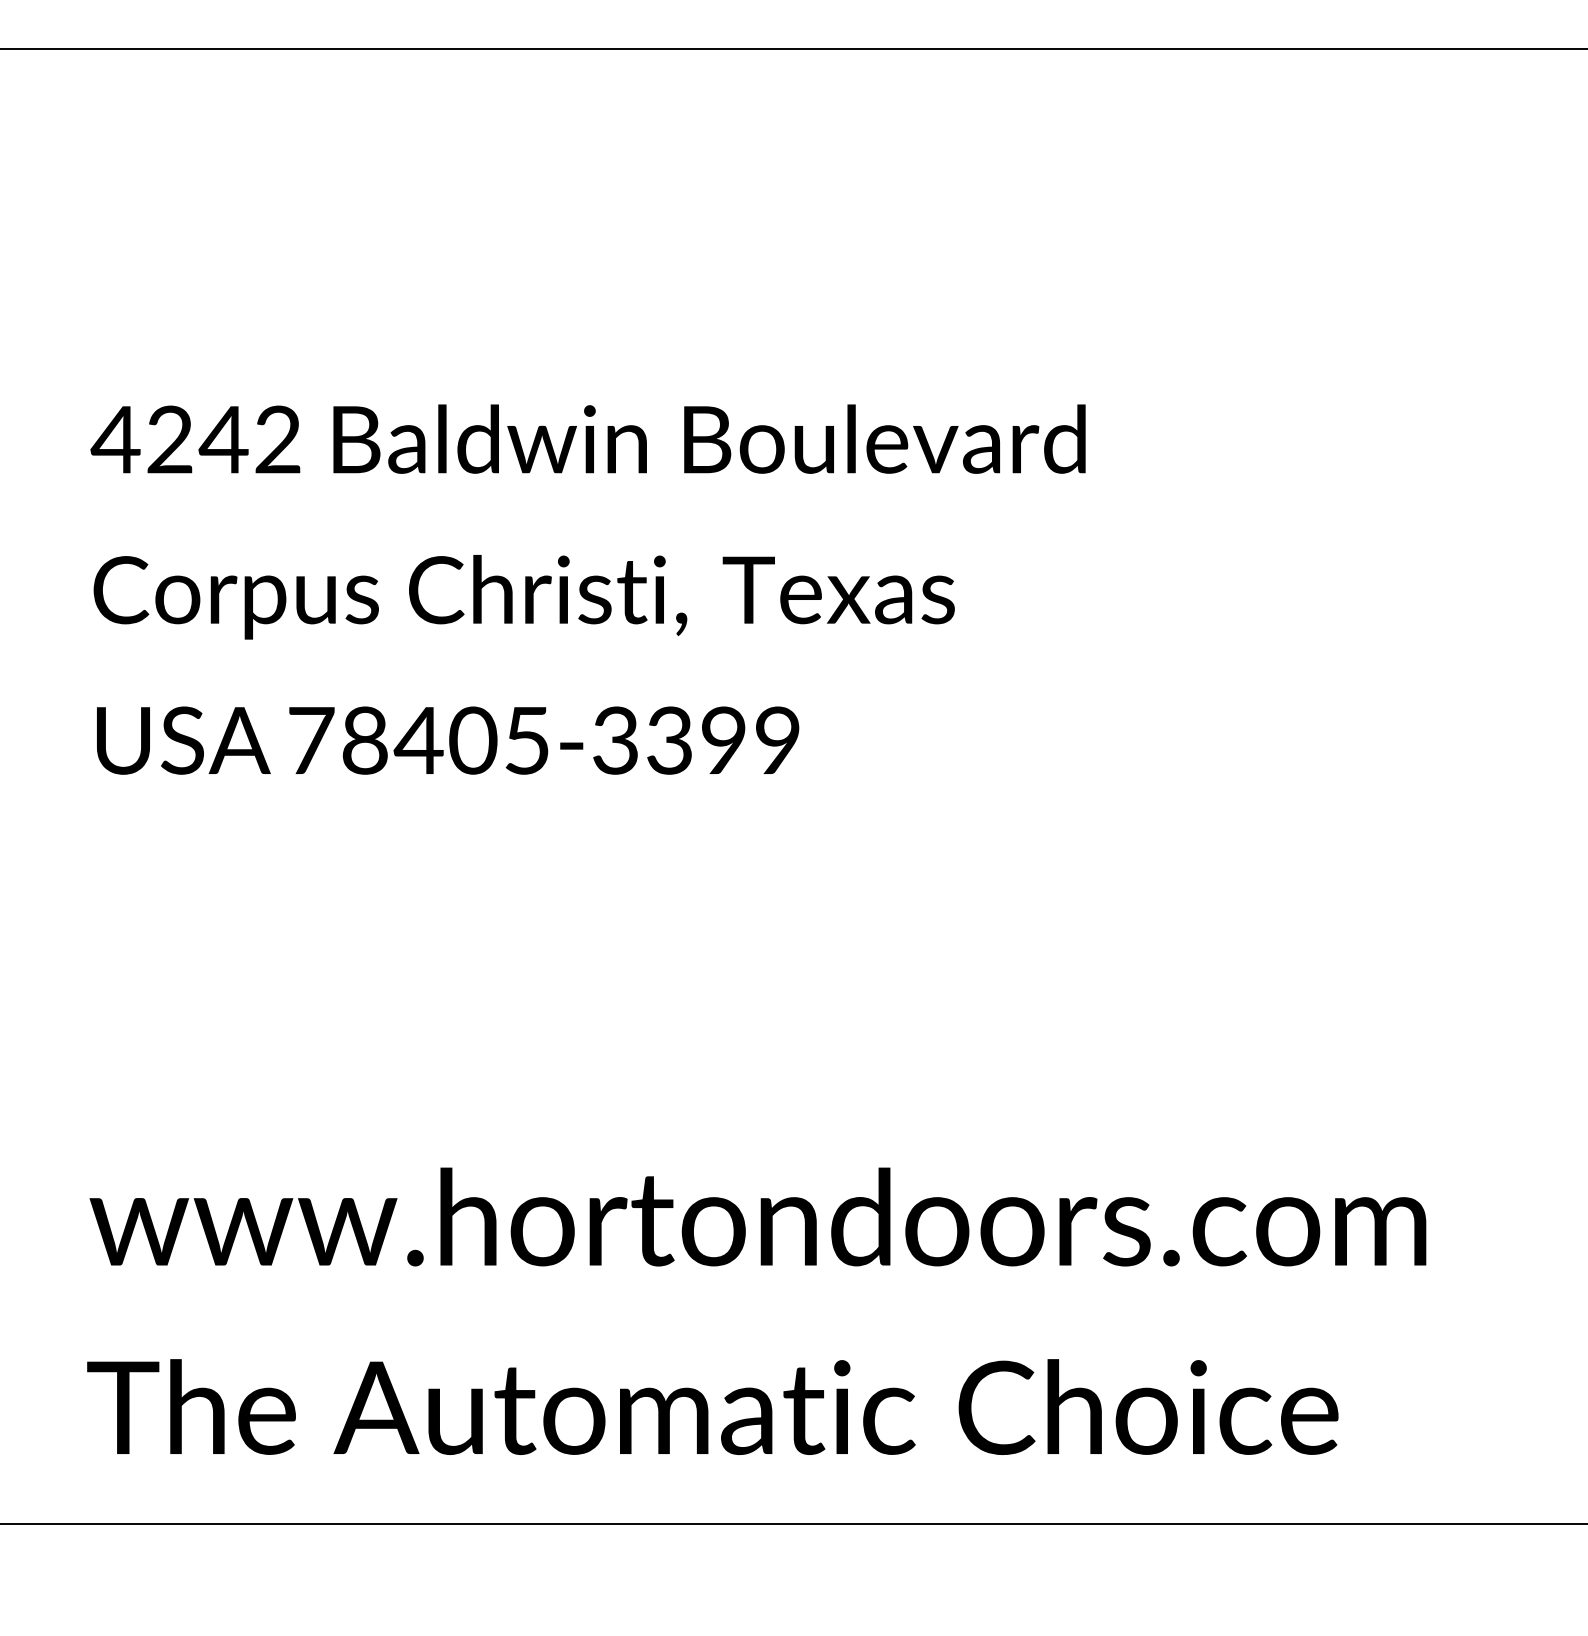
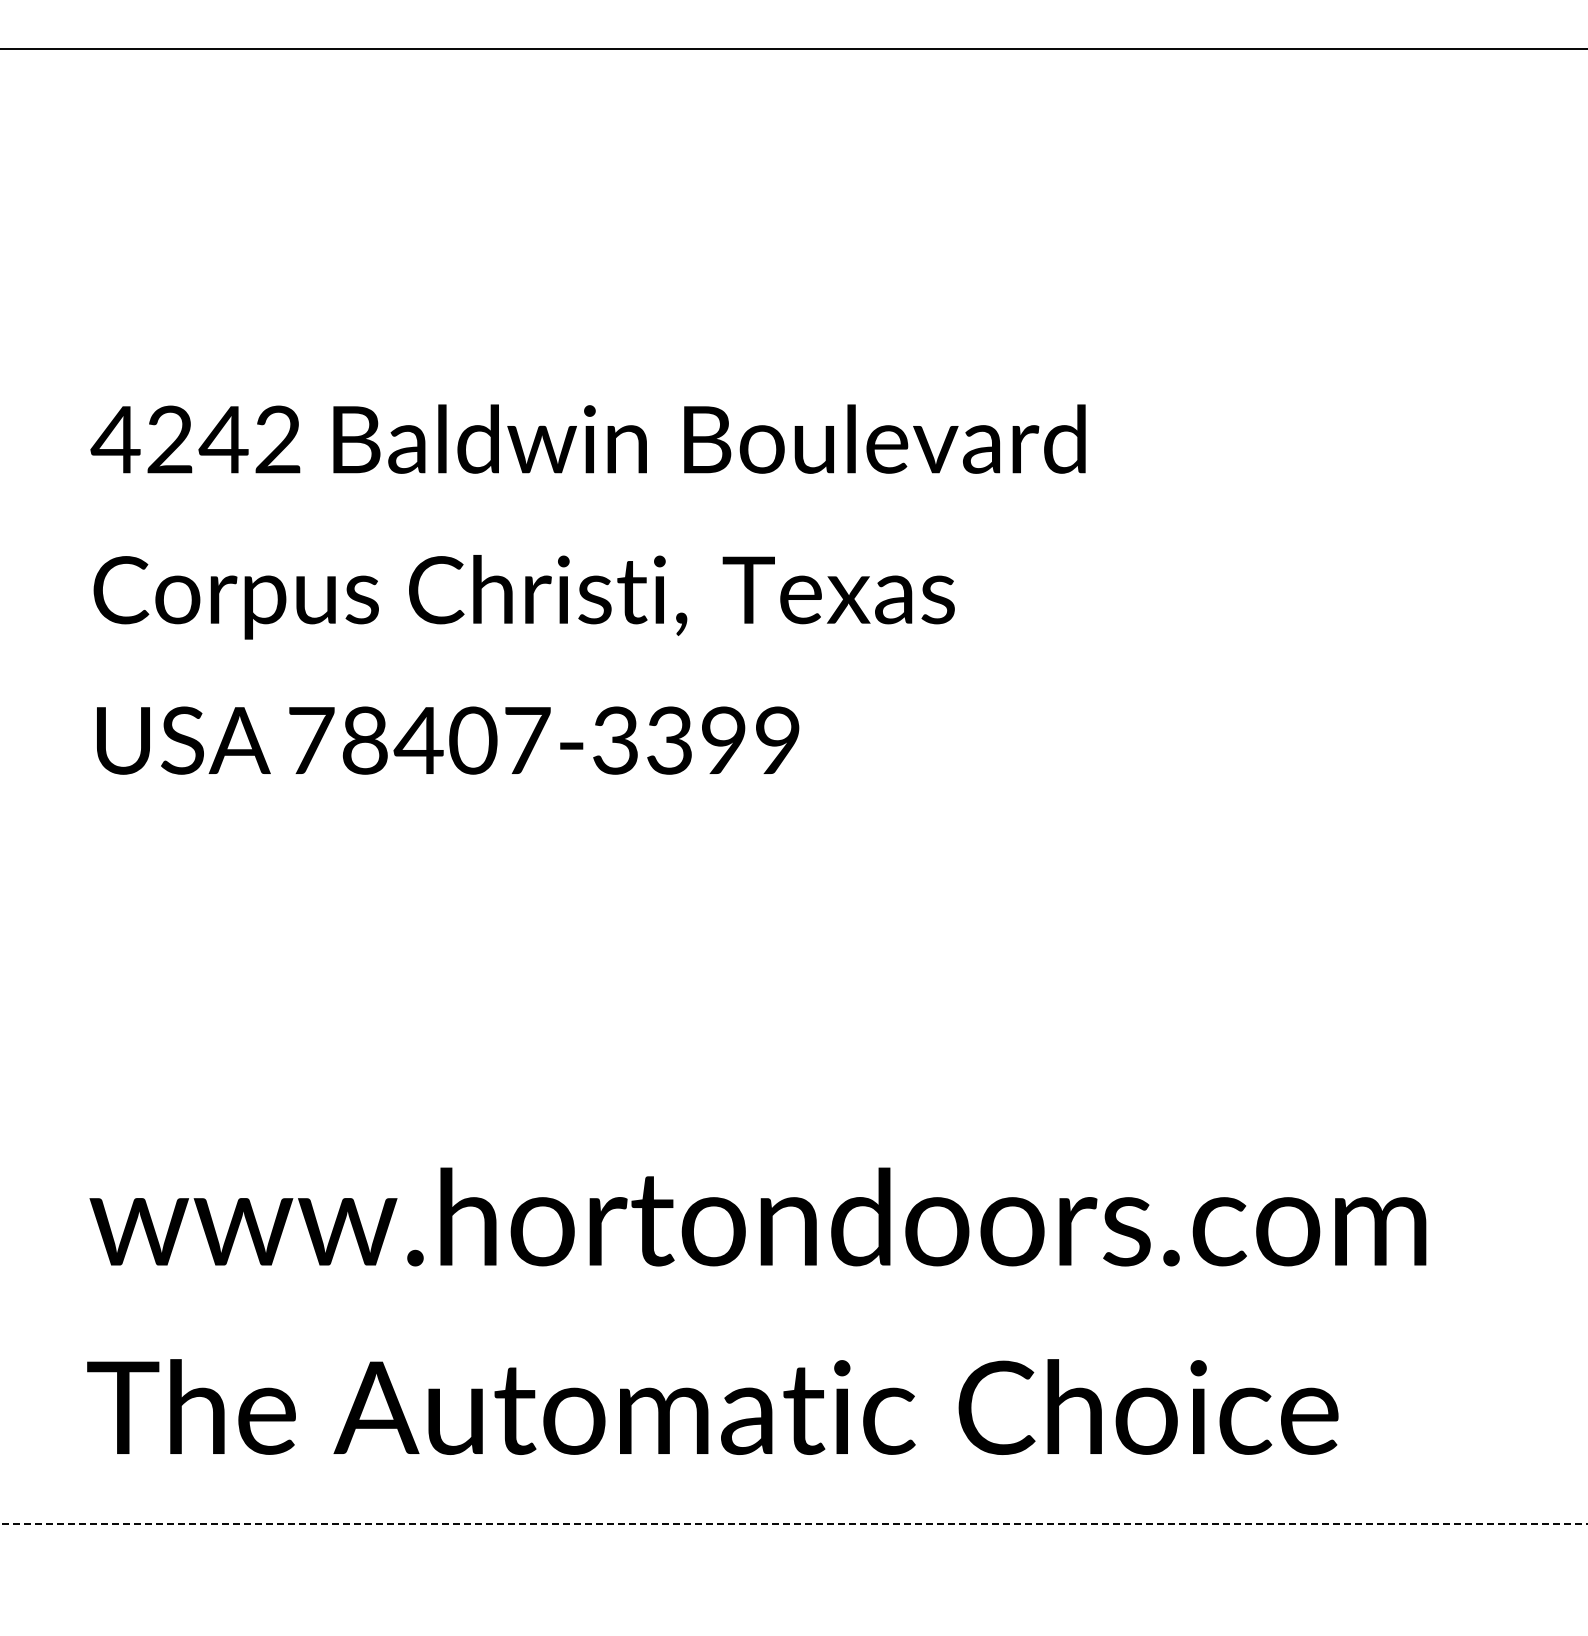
text at (527, 740): 78405-3399 -> 78407-3399
line at (793, 1524): solid -> dashed
